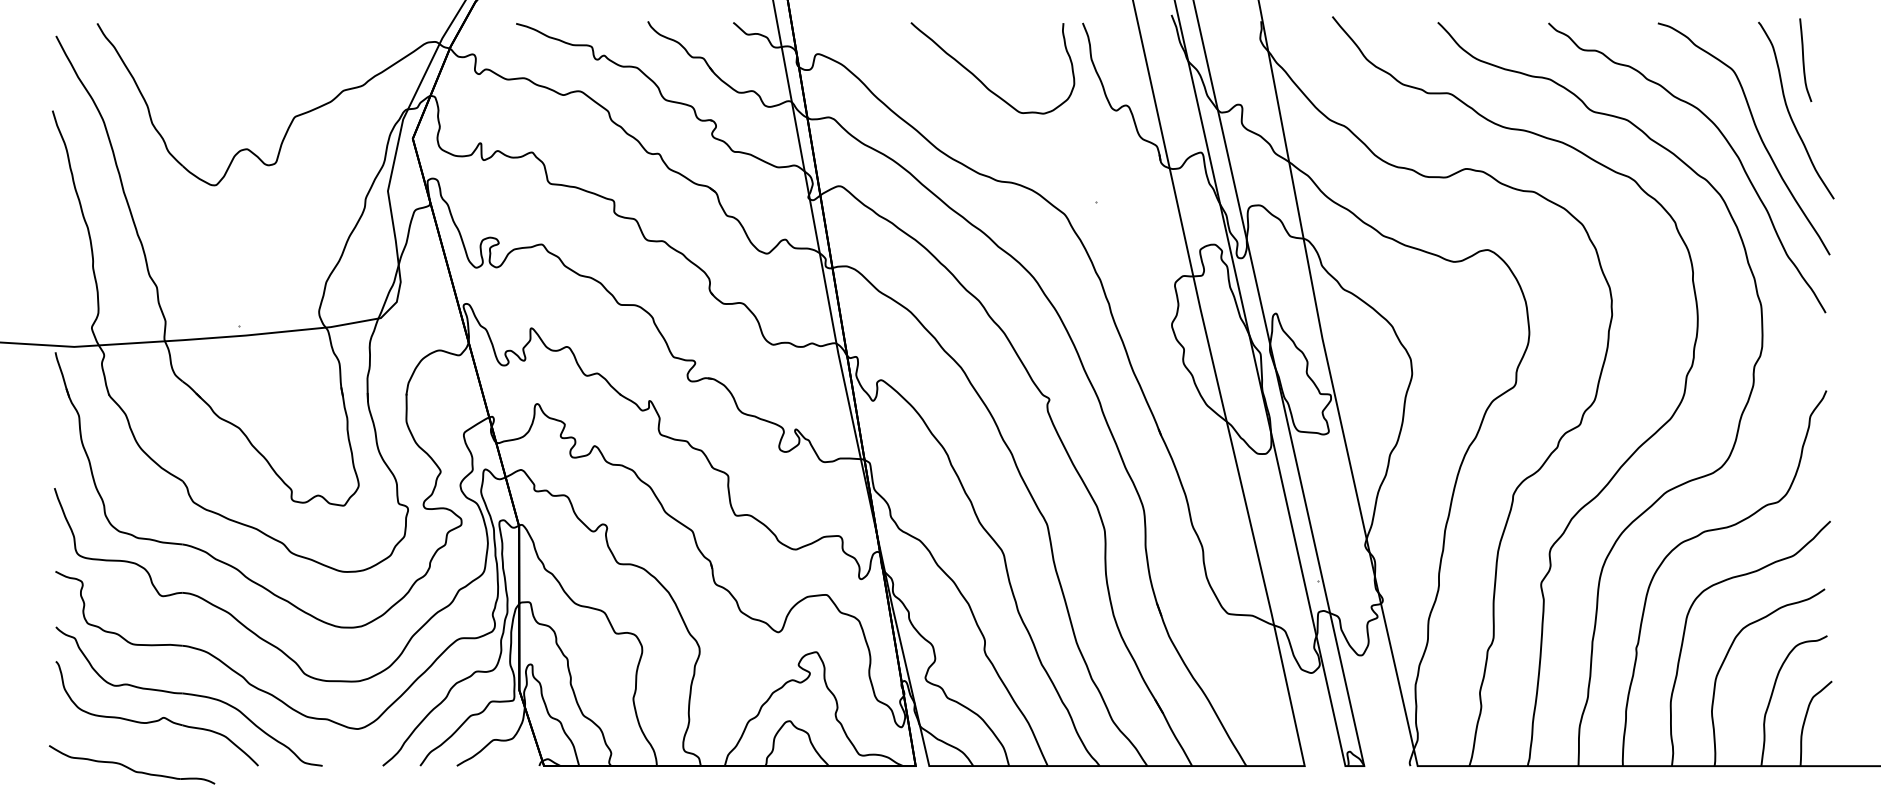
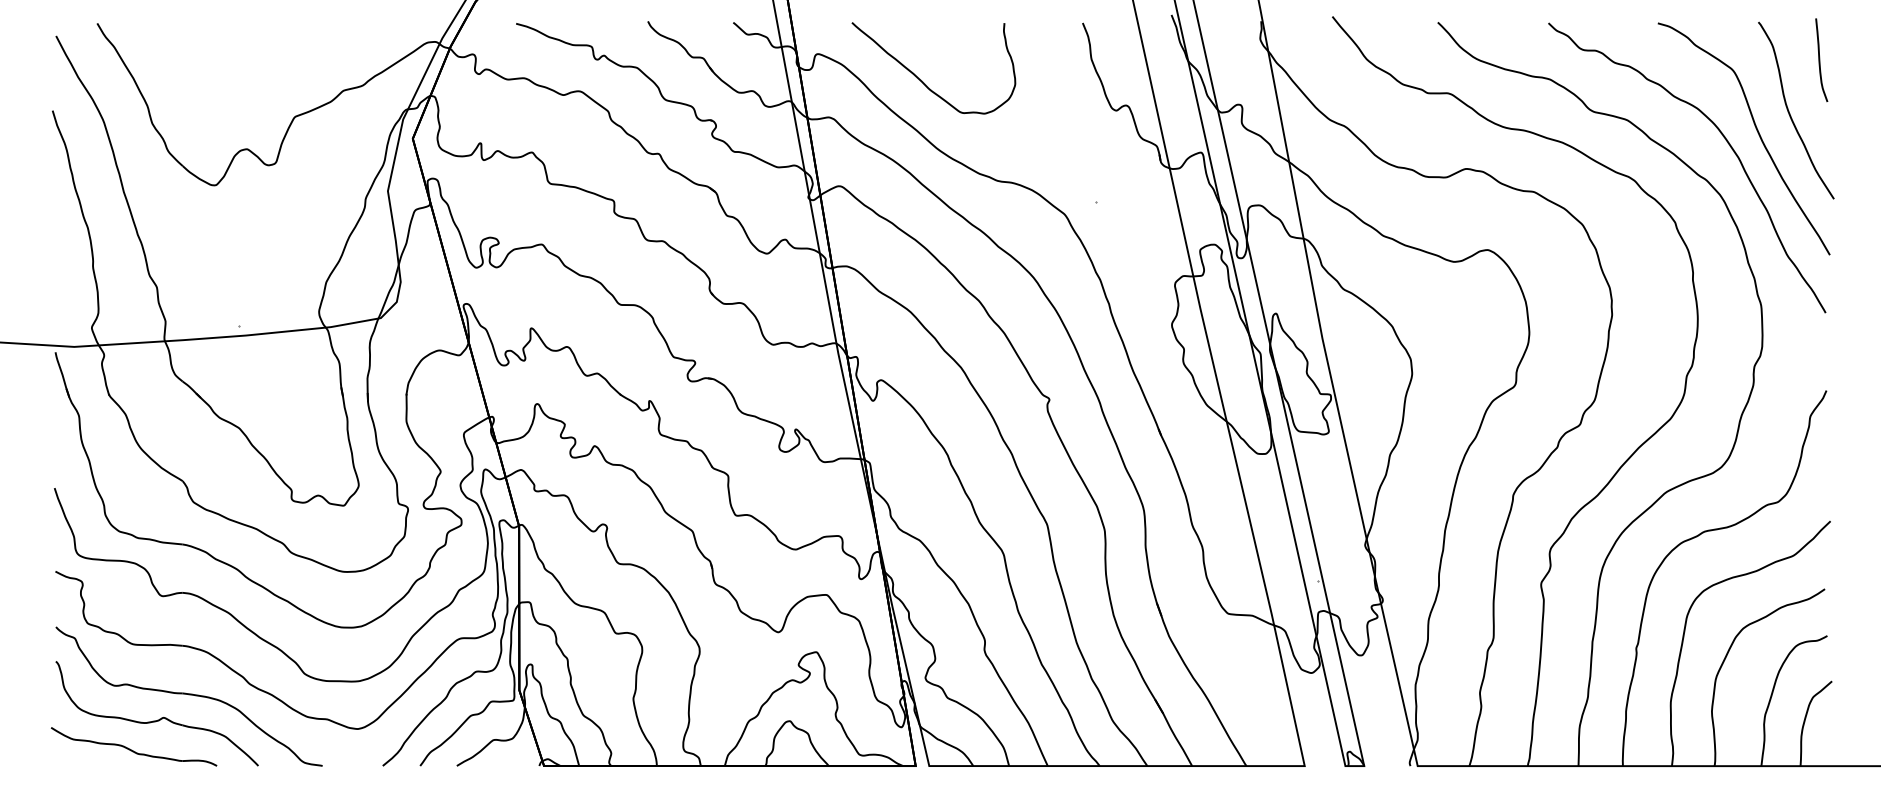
curve at (1804, 60) position: (1804, 60) -> (1820, 60)
curve at (981, 80) position: (981, 80) -> (922, 80)
part at (132, 764) position: (132, 764) -> (134, 746)
